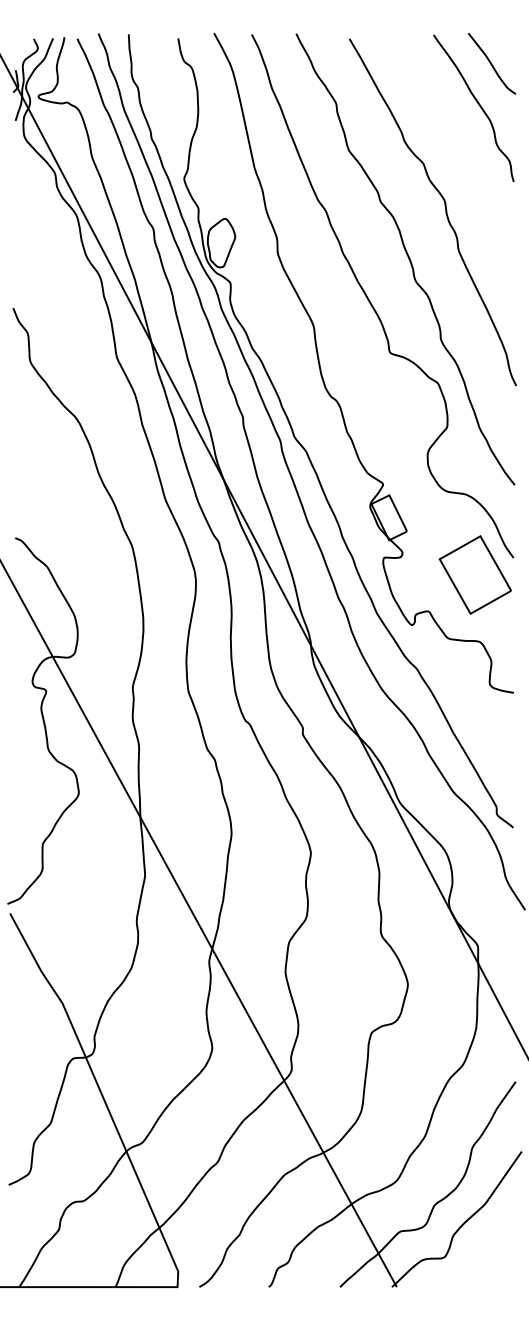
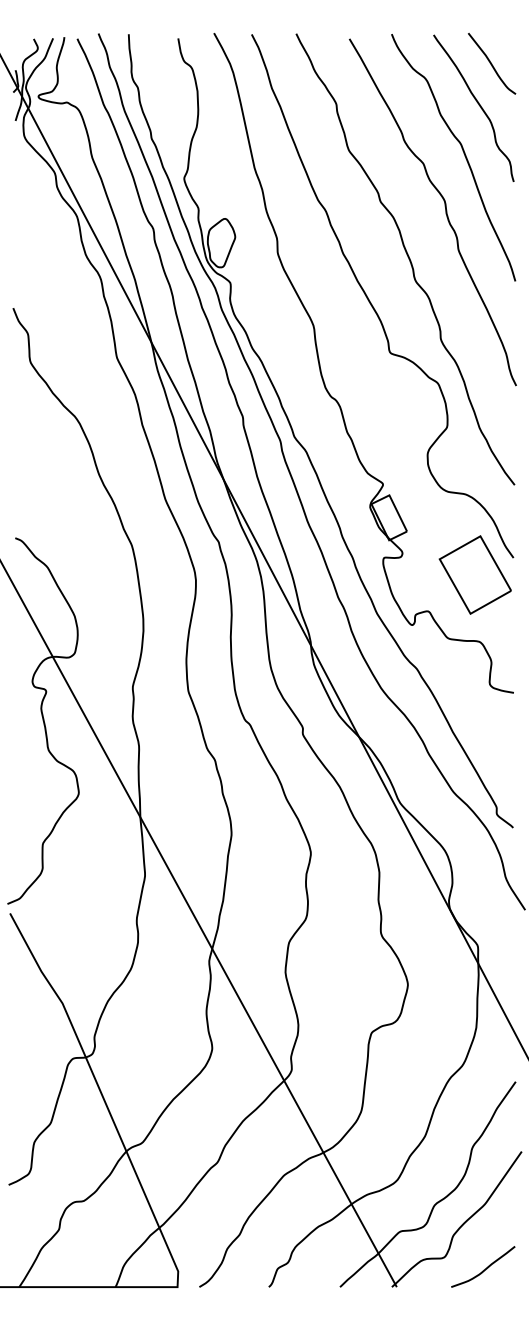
curve at (463, 153): none -> present
curve at (485, 1268): none -> present
